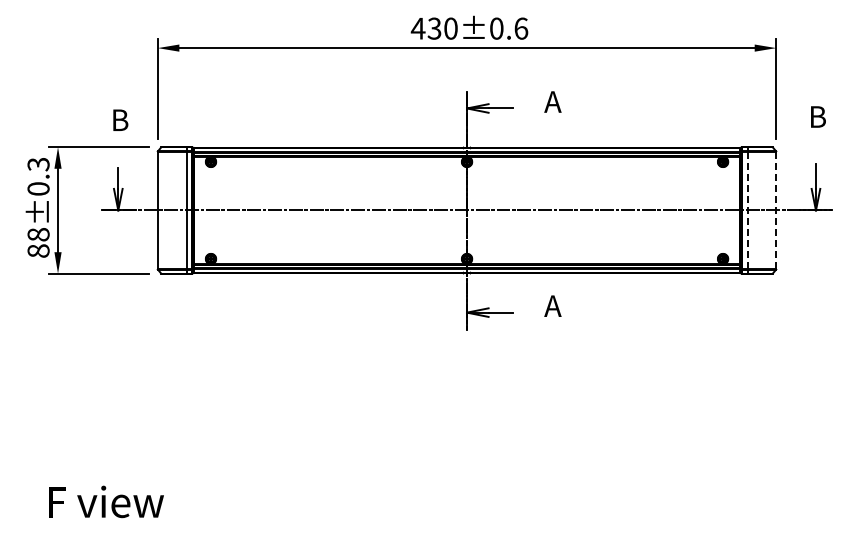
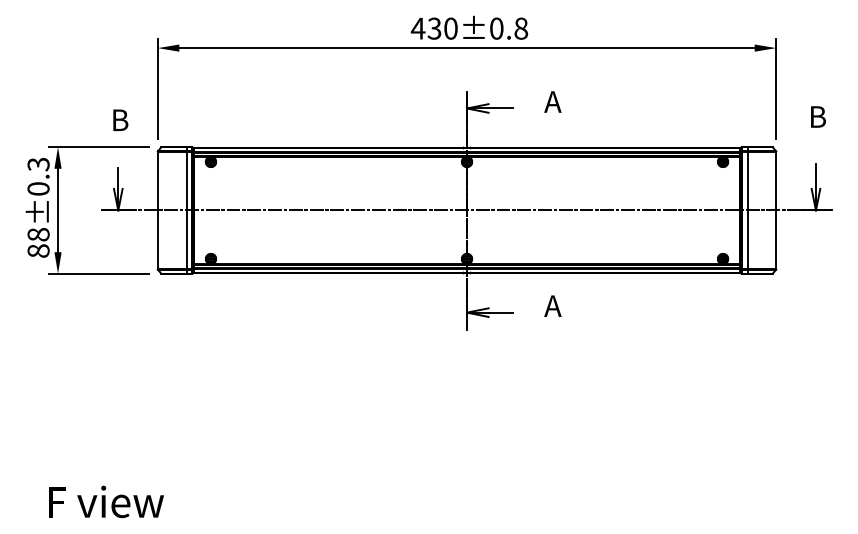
text at (521, 28): 430±0.6 -> 430±0.8
line at (747, 210): dashed -> solid
line at (776, 210): dashed -> solid
